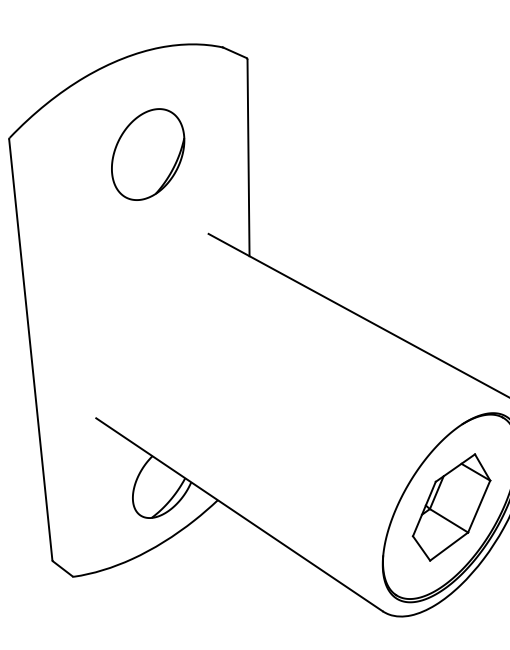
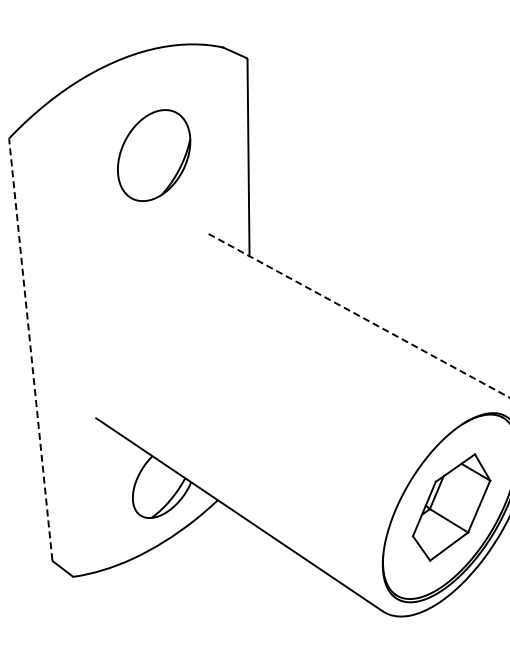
part at (148, 154) position: (148, 154) -> (154, 155)
line at (359, 316): solid -> dashed
line at (30, 349): solid -> dashed
